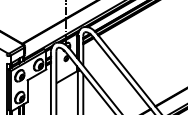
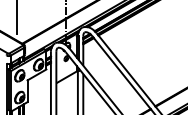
line at (16, 17): none -> present
